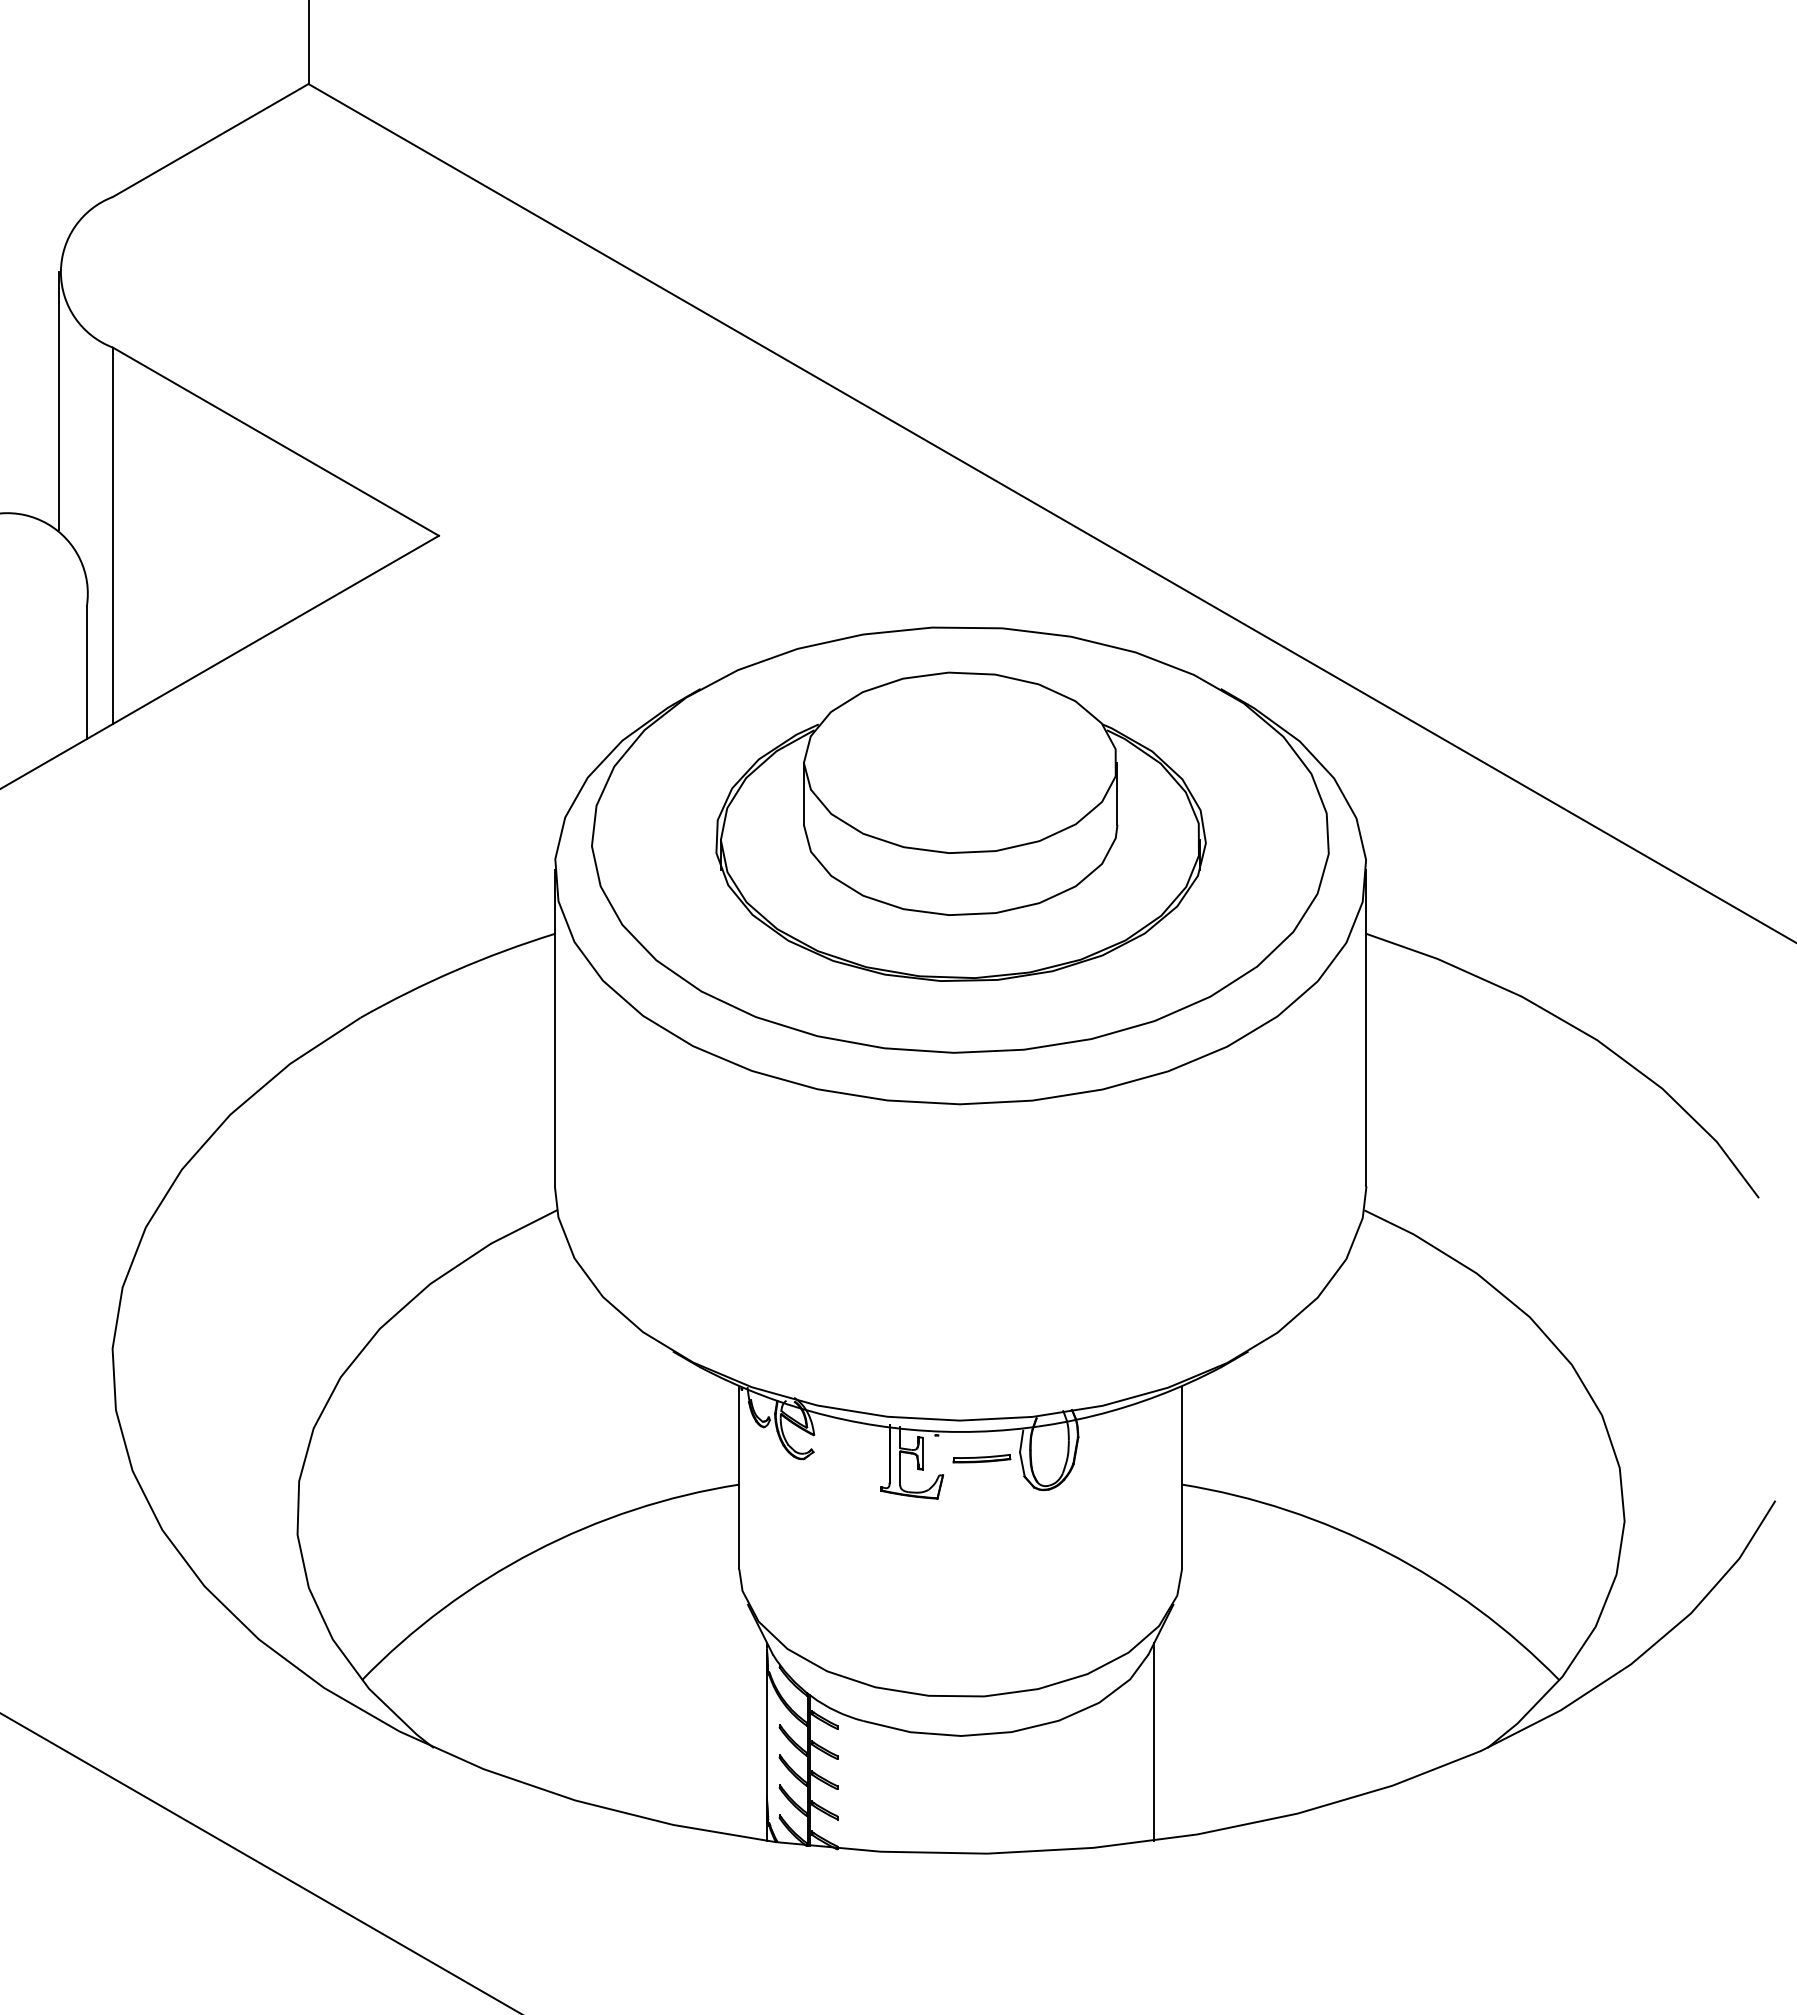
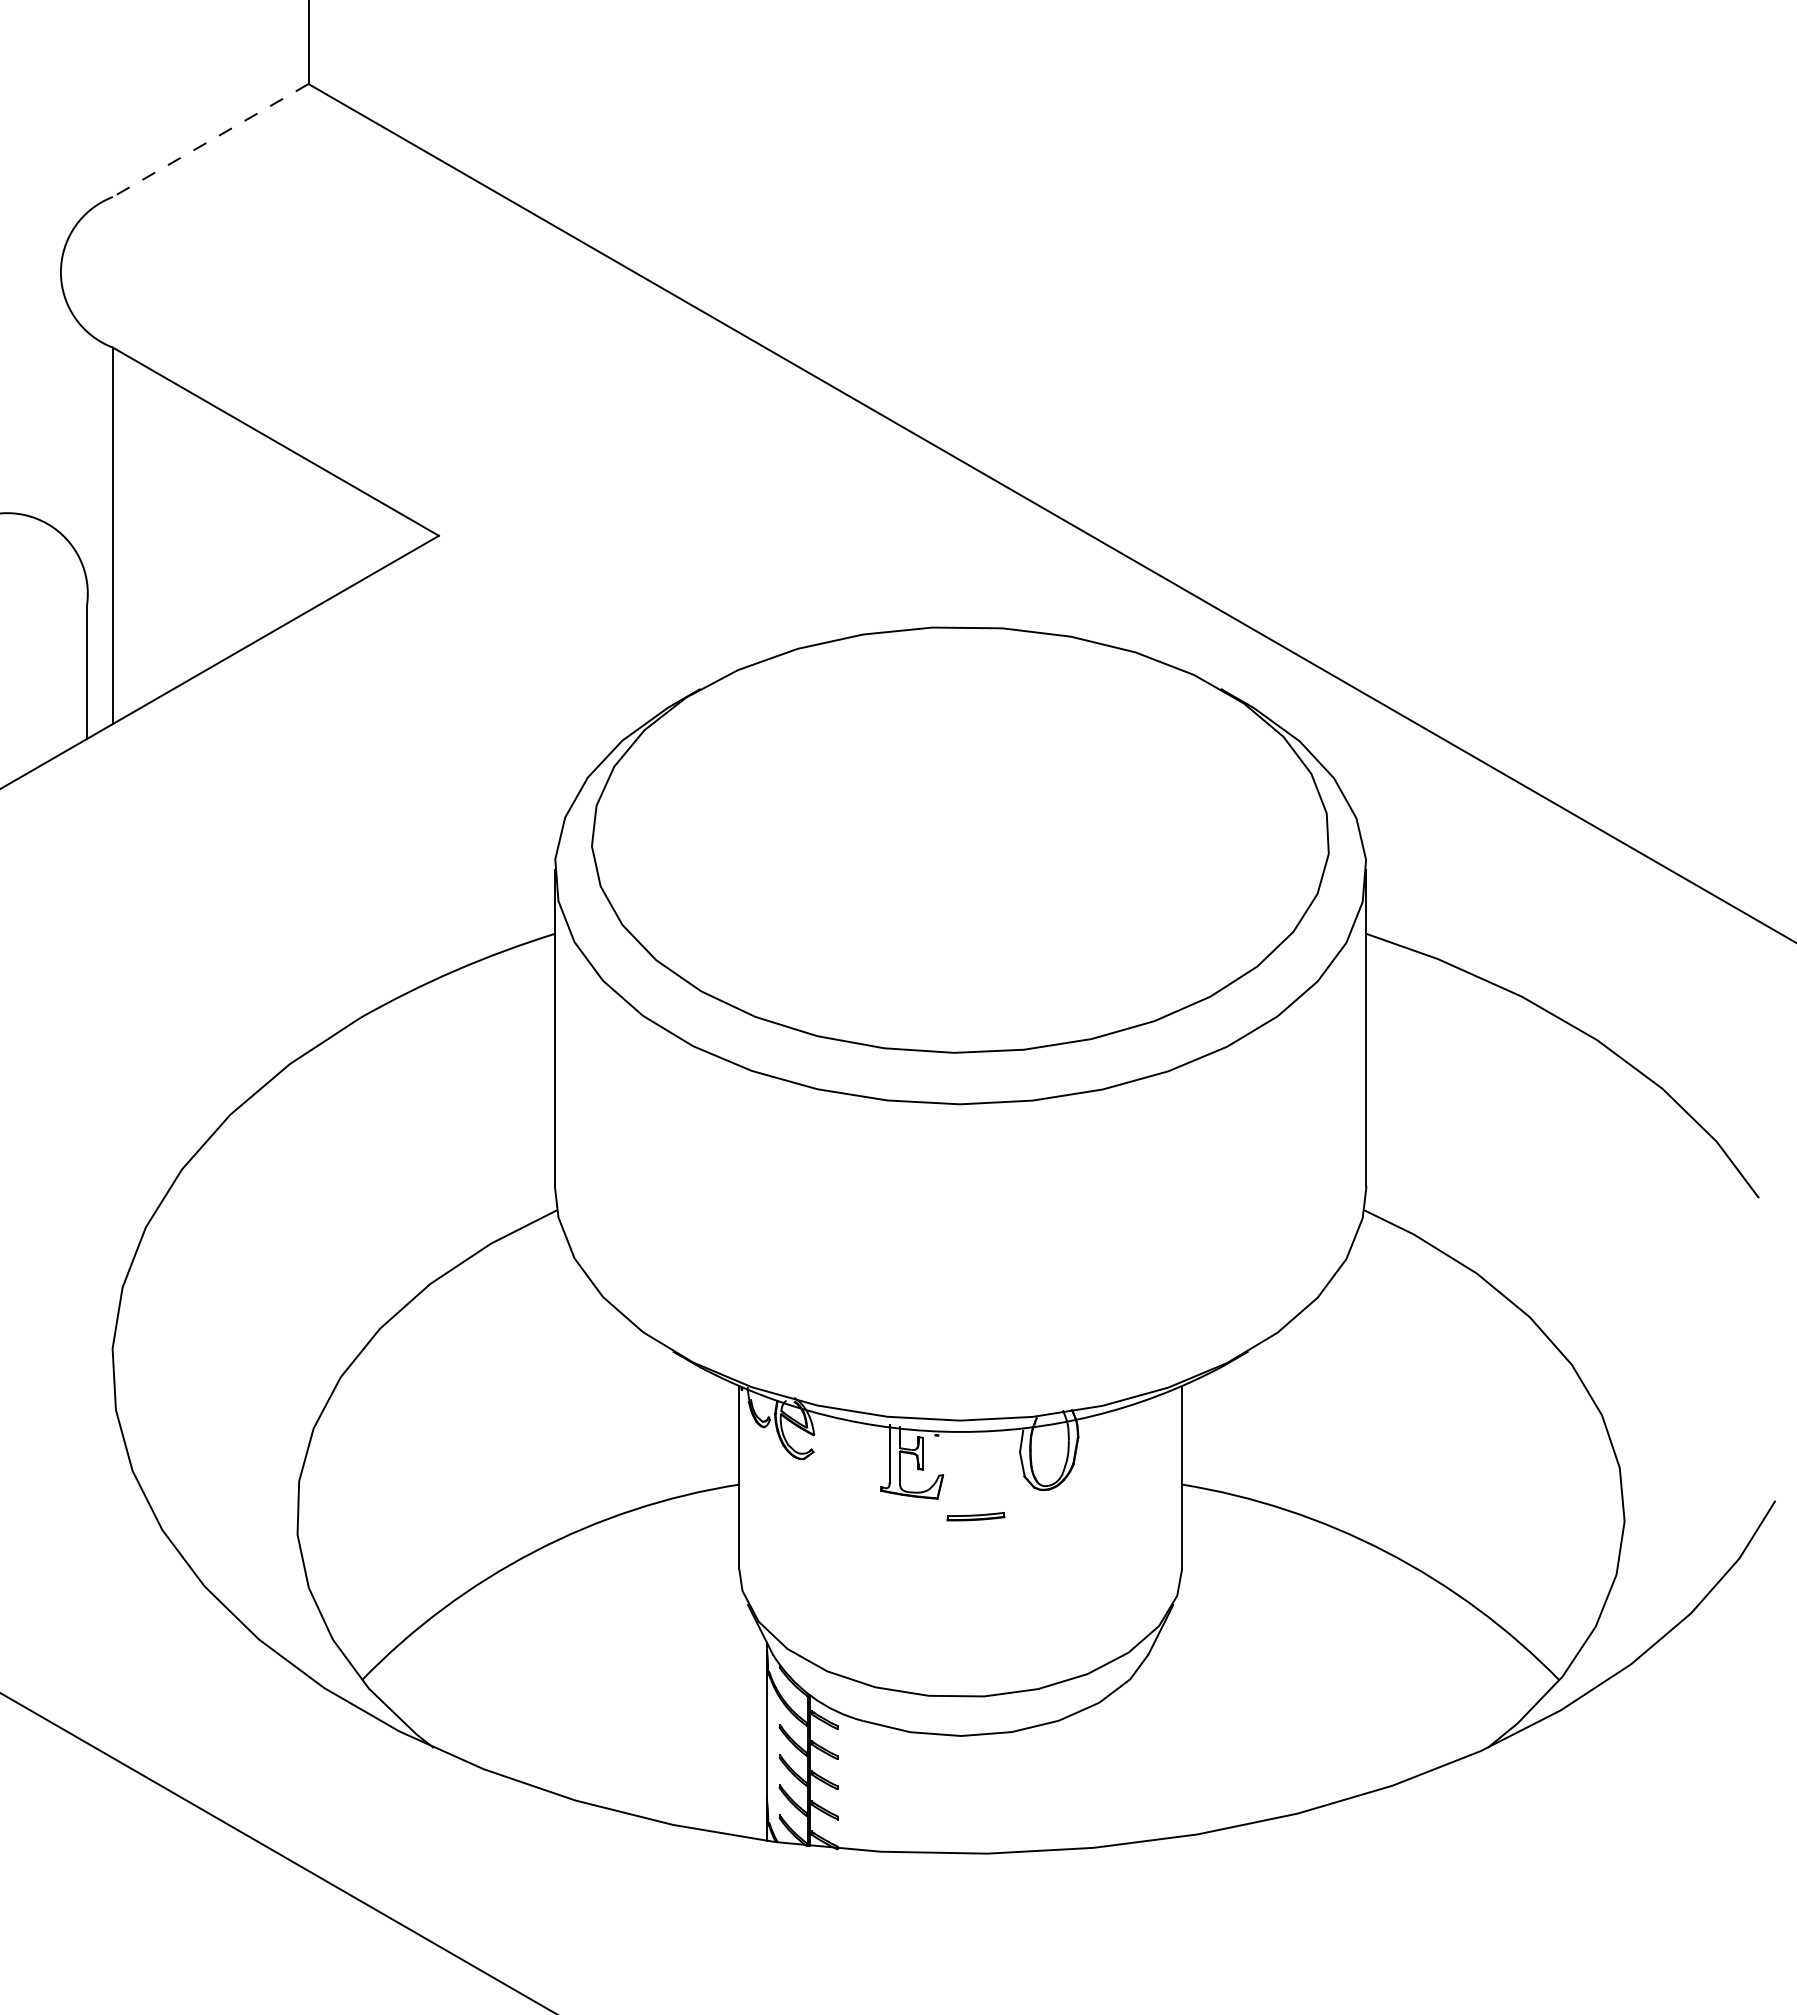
line at (210, 140): solid -> dashed
line at (58, 400): present -> none
part at (960, 826): present -> none
part at (981, 1458) position: (981, 1458) -> (975, 1516)
line at (1154, 1741): present -> none
line at (259, 1862) position: (259, 1862) -> (277, 1852)
